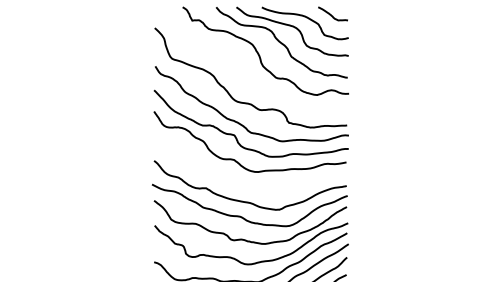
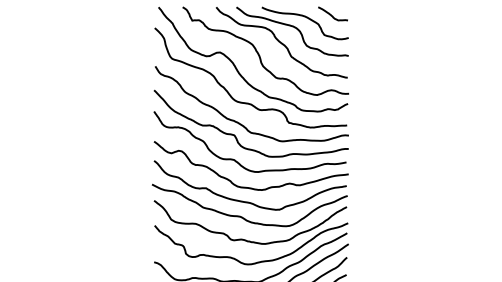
curve at (237, 68): none -> present
curve at (245, 186): none -> present
